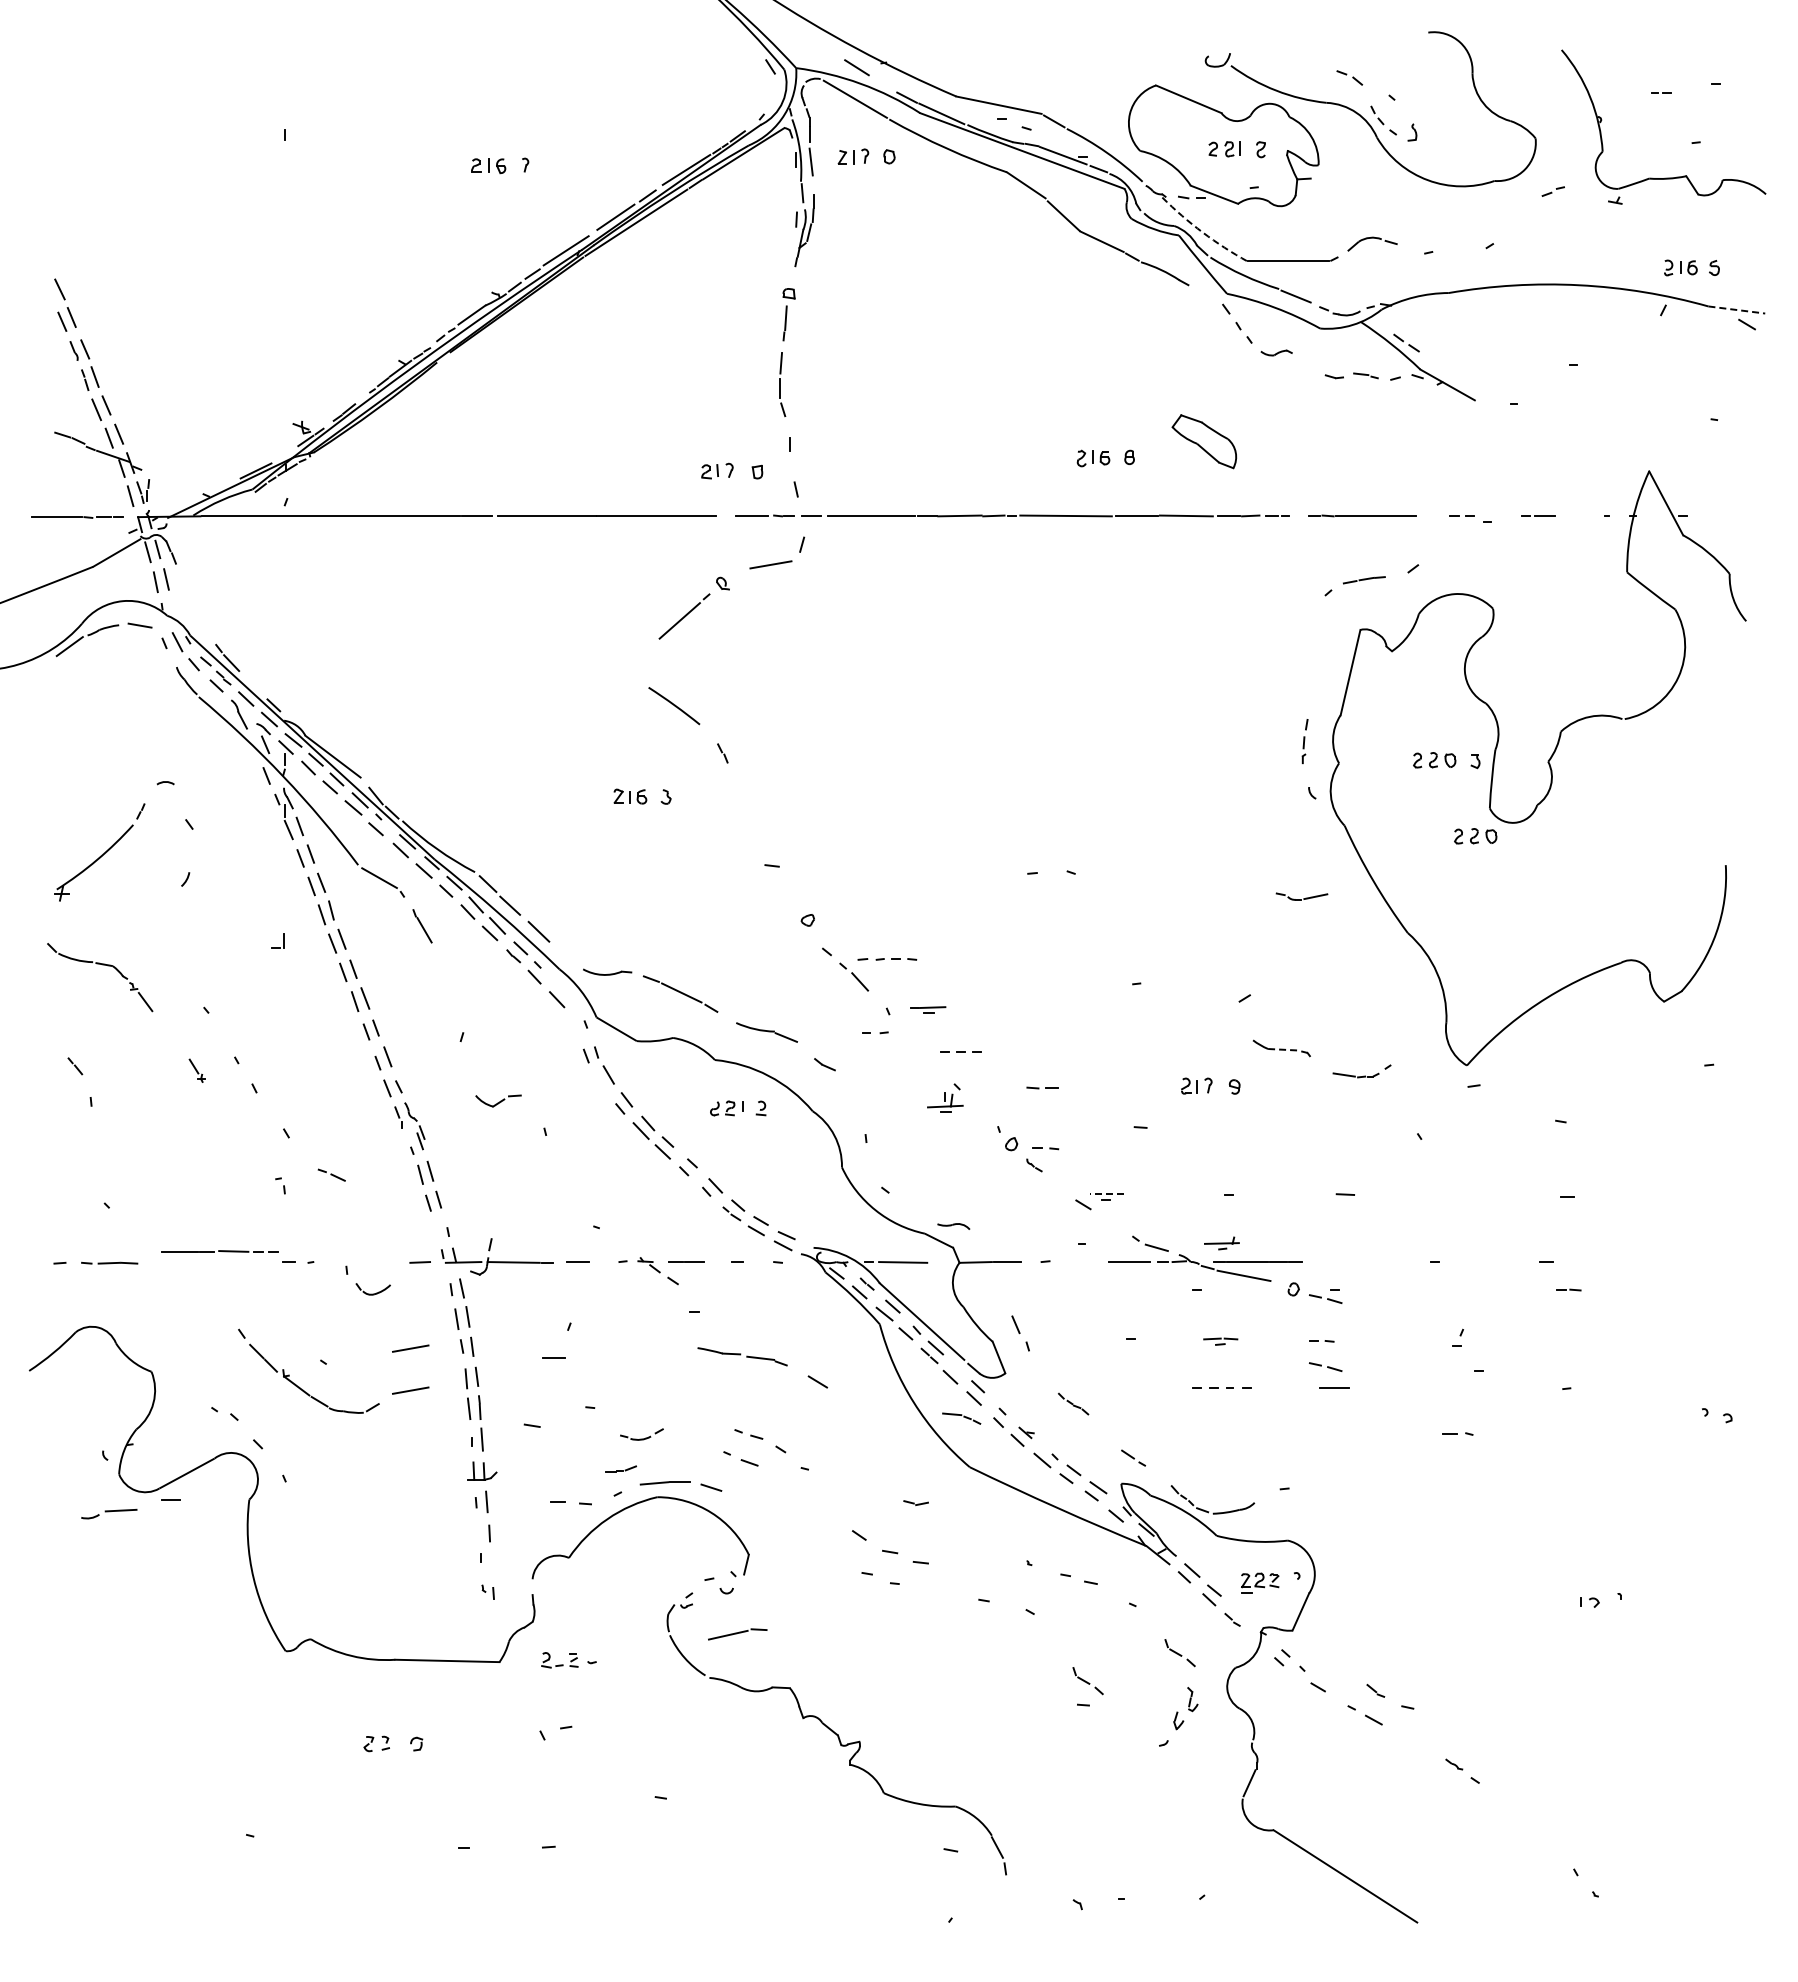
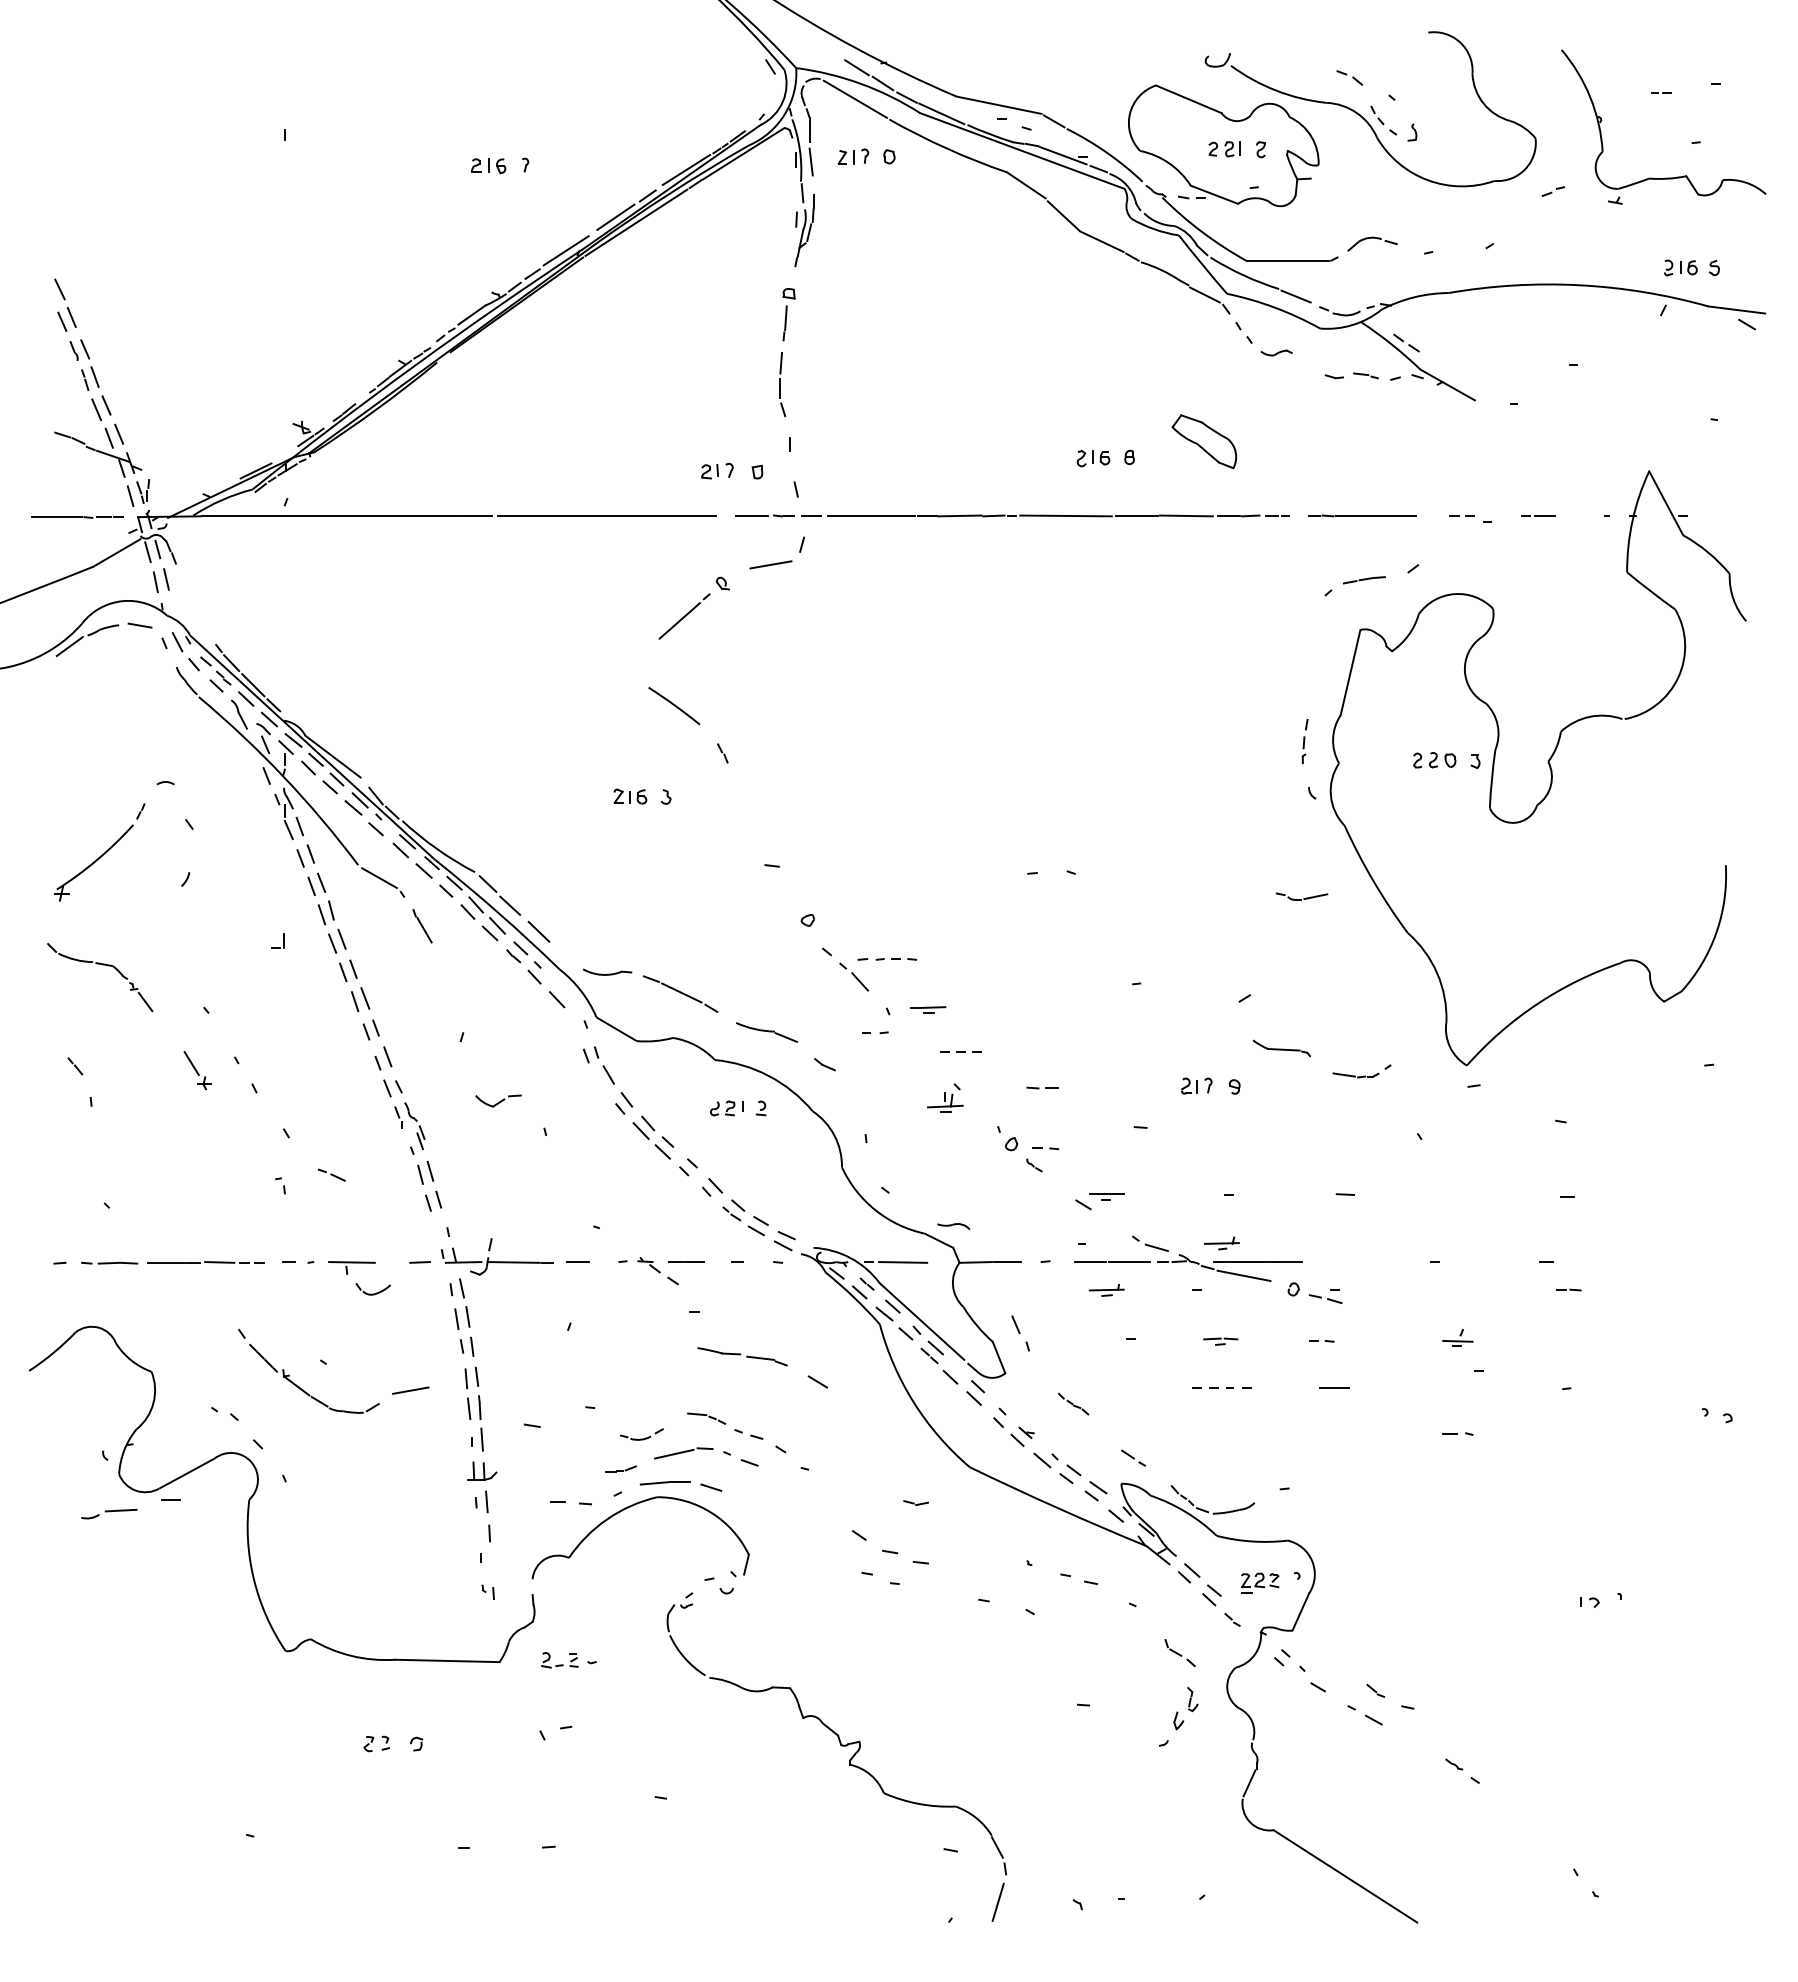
line at (882, 83): none -> present
arc at (1202, 232): dashed -> solid
line at (1204, 294): none -> present
line at (1736, 310): dashed -> solid
line at (253, 685): none -> present
part at (1475, 836): present -> none
line at (1283, 1049): dashed -> solid
part at (196, 1070) size: 18x25 px -> 29x40 px
line at (1106, 1194): dashed -> solid
line at (219, 1251) position: (219, 1251) -> (205, 1262)
line at (351, 1262): none -> present
line at (1090, 1262): none -> present
part at (1106, 1290): none -> present
line at (1457, 1340): none -> present
line at (410, 1348): present -> none
line at (553, 1357): present -> none
part at (1325, 1366): present -> none
part at (961, 1418) position: (961, 1418) -> (706, 1418)
part at (737, 1634) position: (737, 1634) -> (683, 1453)
part at (1087, 1681): present -> none
line at (997, 1901): none -> present
